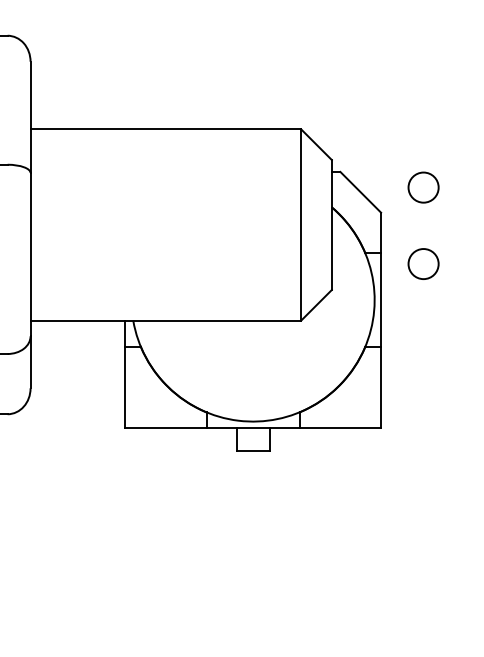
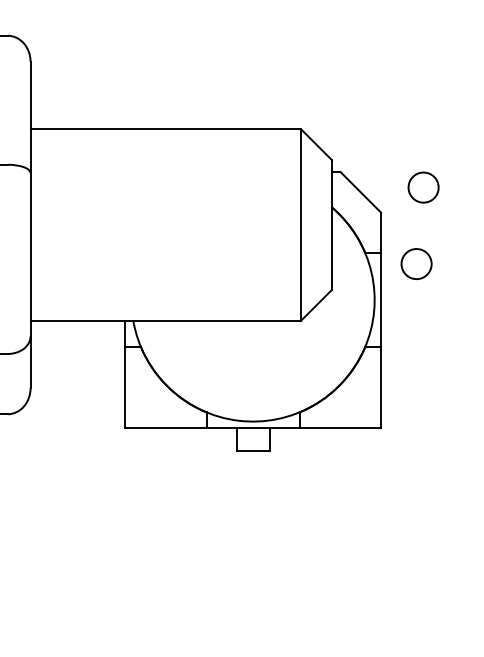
circle at (423, 263) position: (423, 263) -> (416, 263)
